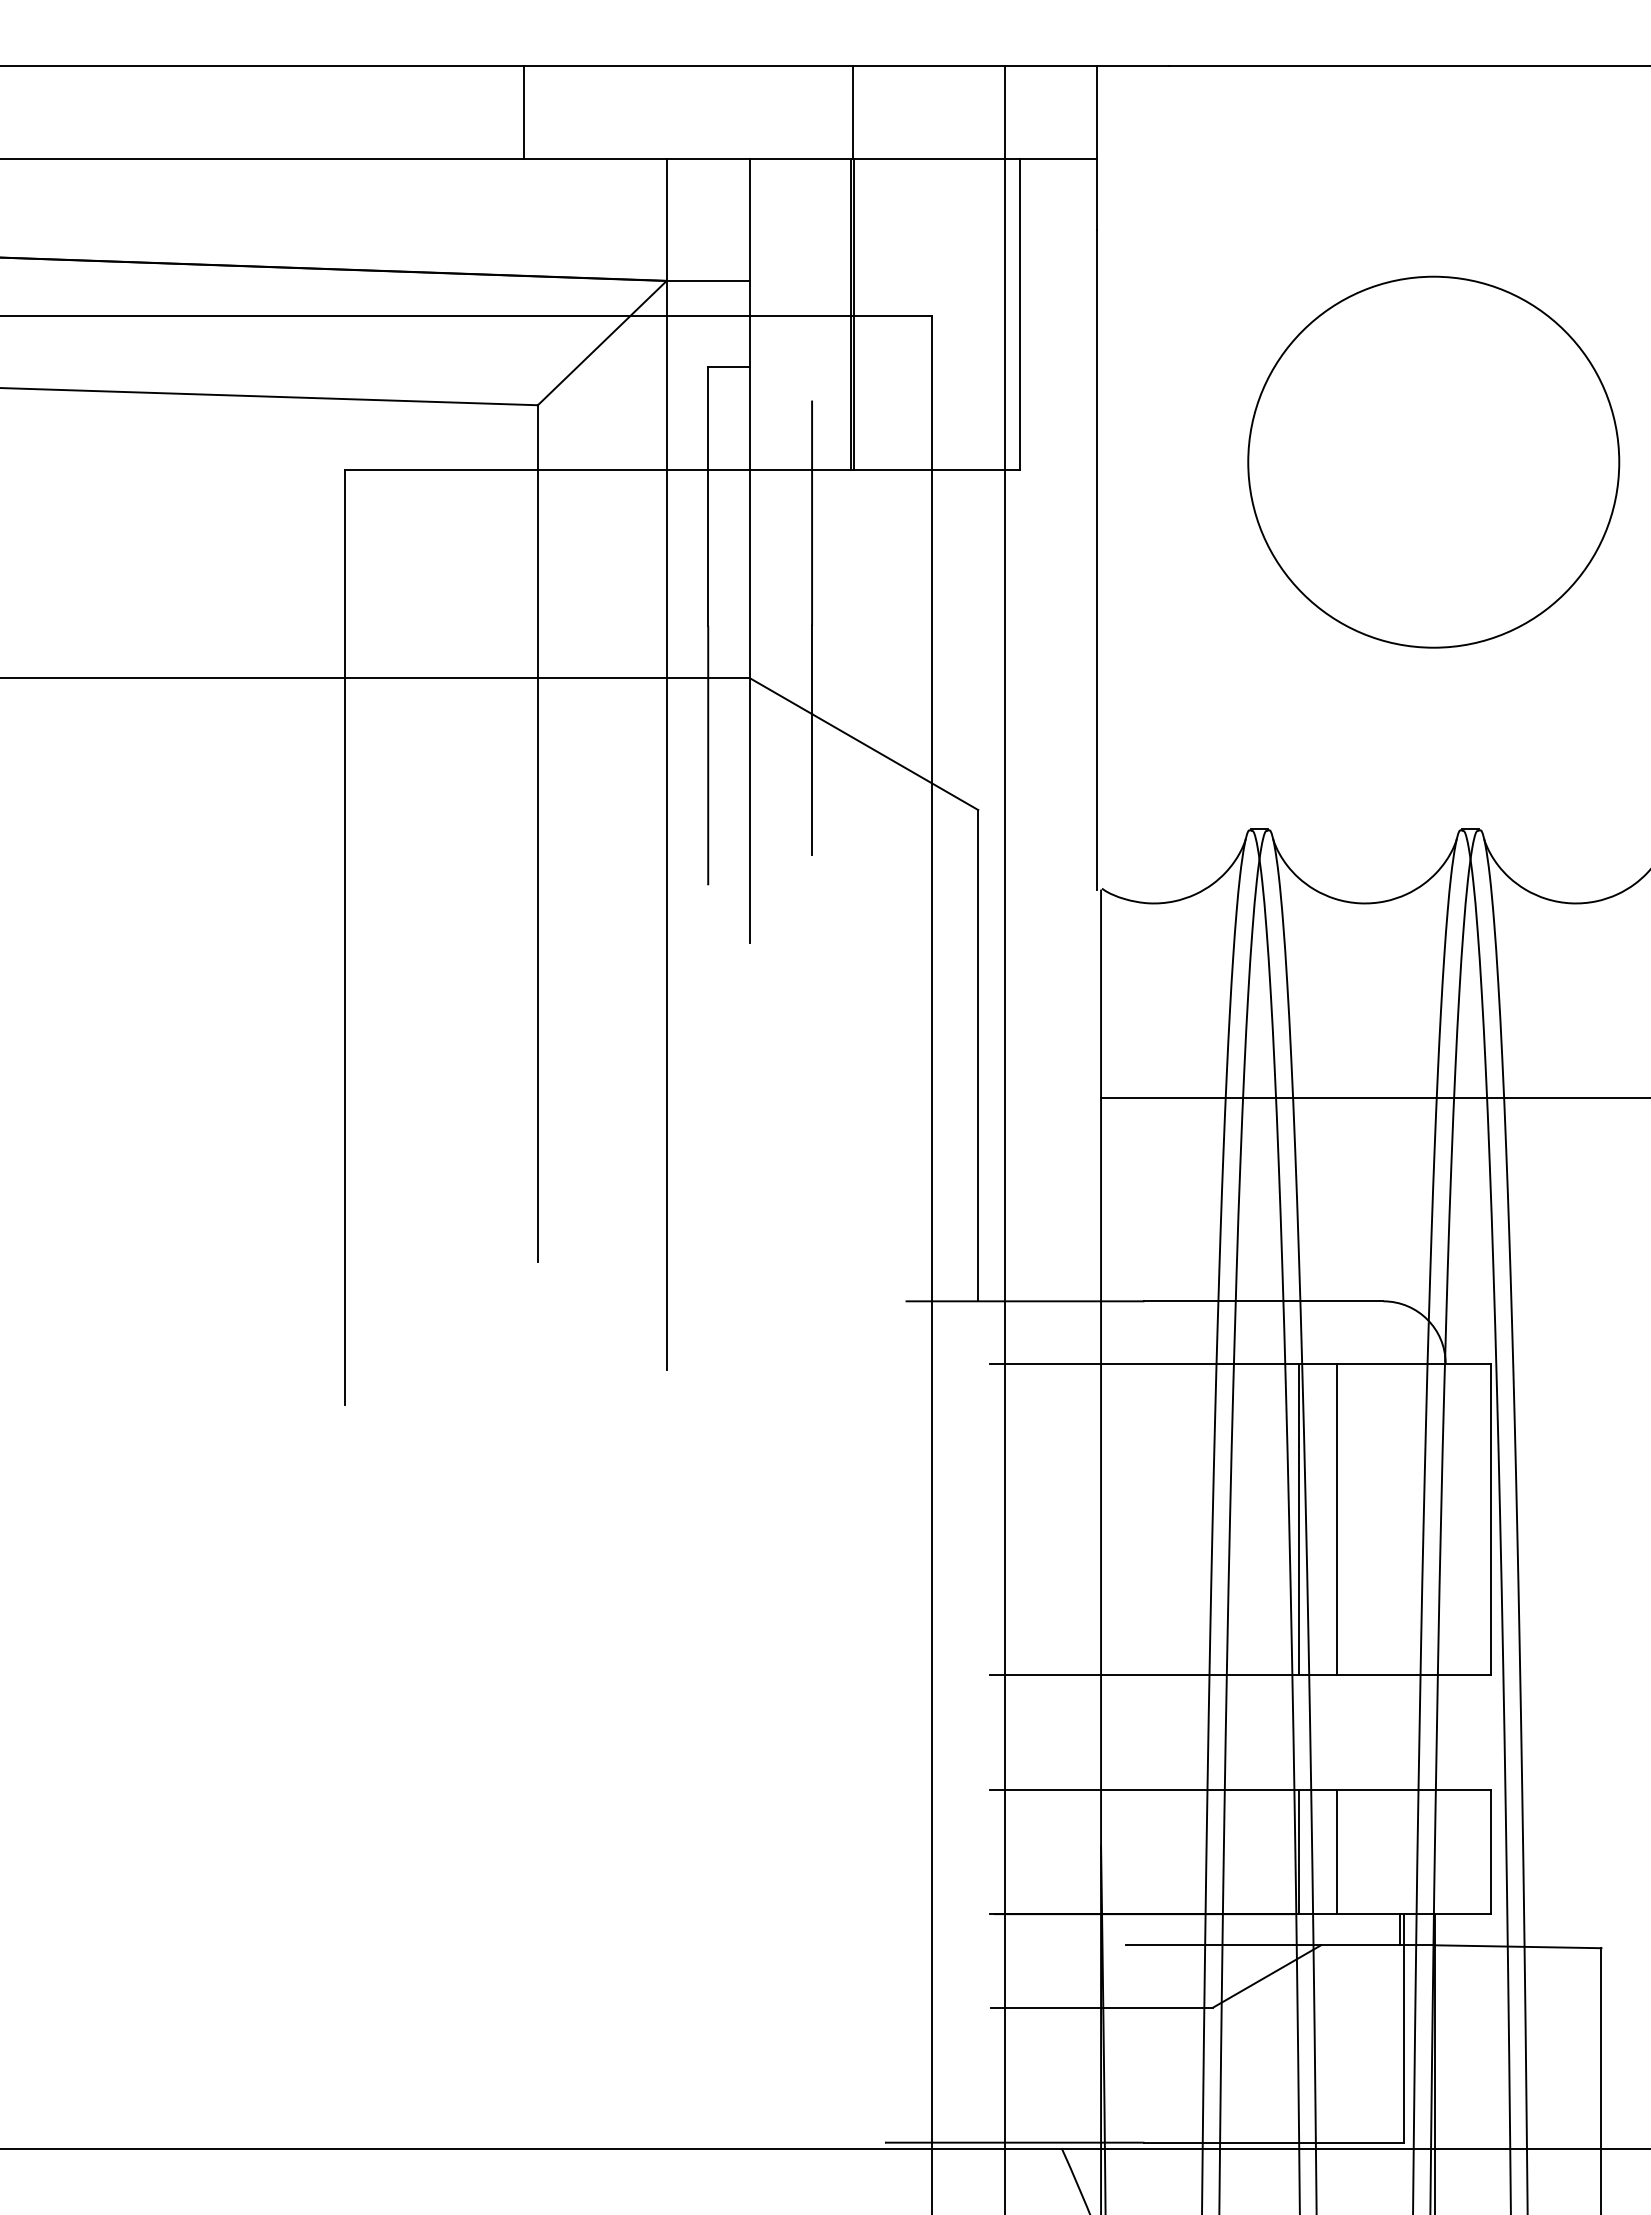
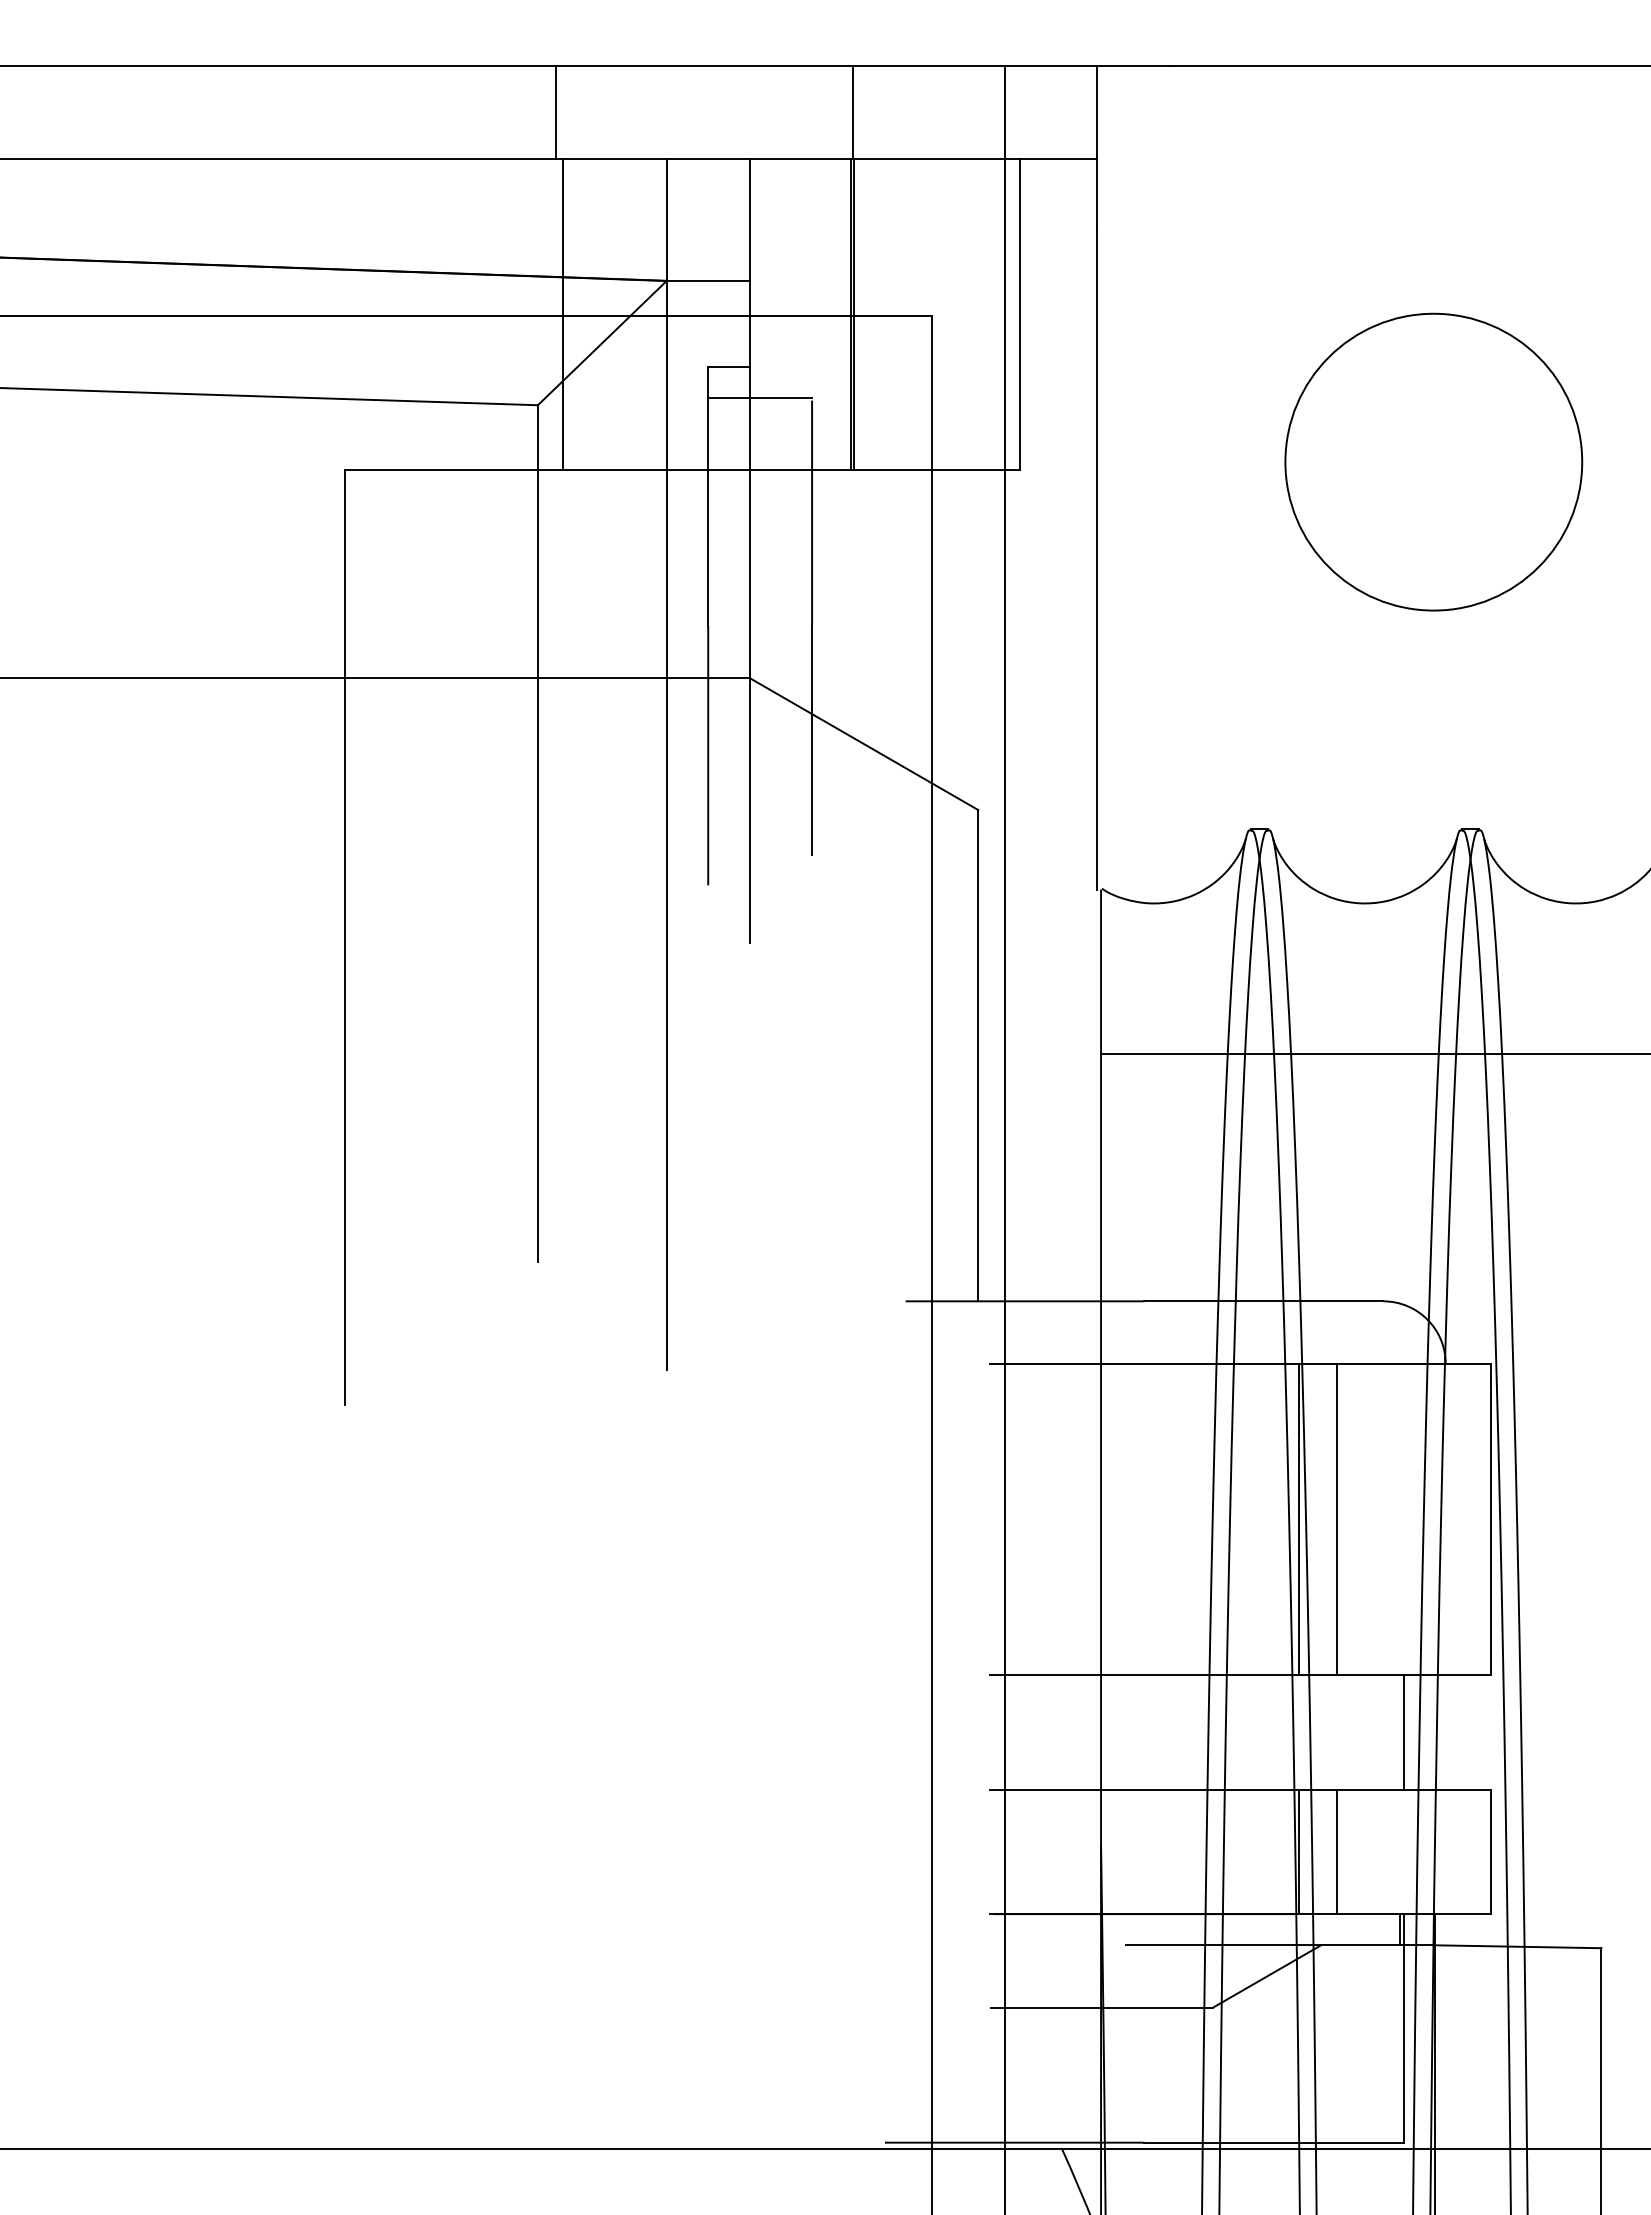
line at (523, 112) position: (523, 112) -> (555, 112)
line at (562, 314): none -> present
line at (760, 397): none -> present
circle at (1433, 461) size: 374x374 px -> 300x300 px
line at (1374, 1098) position: (1374, 1098) -> (1374, 1054)
line at (1404, 1732): none -> present
